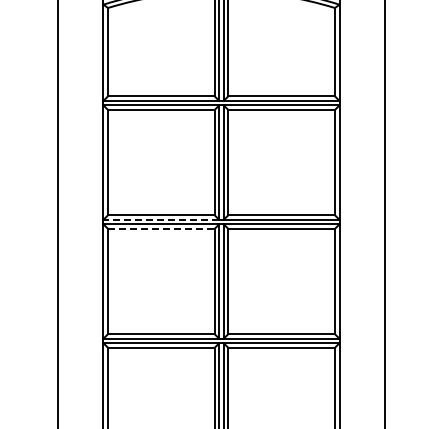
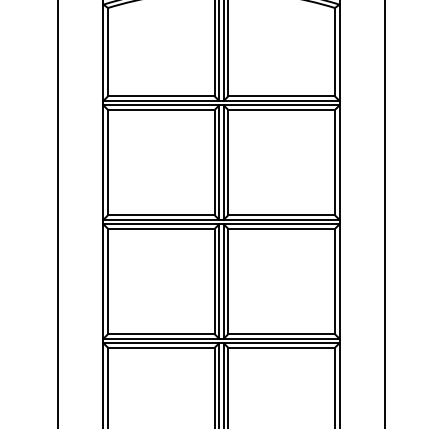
line at (161, 219): dashed -> solid
line at (161, 228): dashed -> solid
